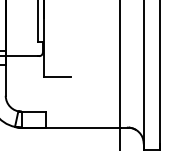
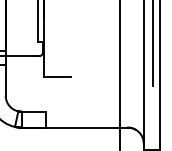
line at (153, 43): none -> present
